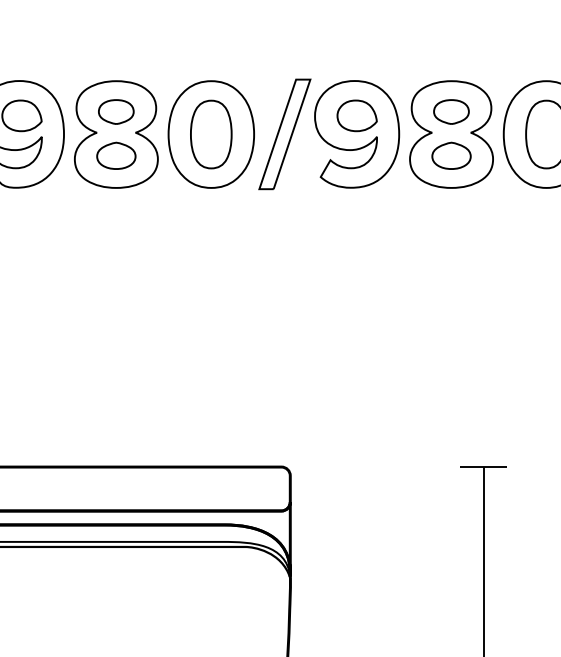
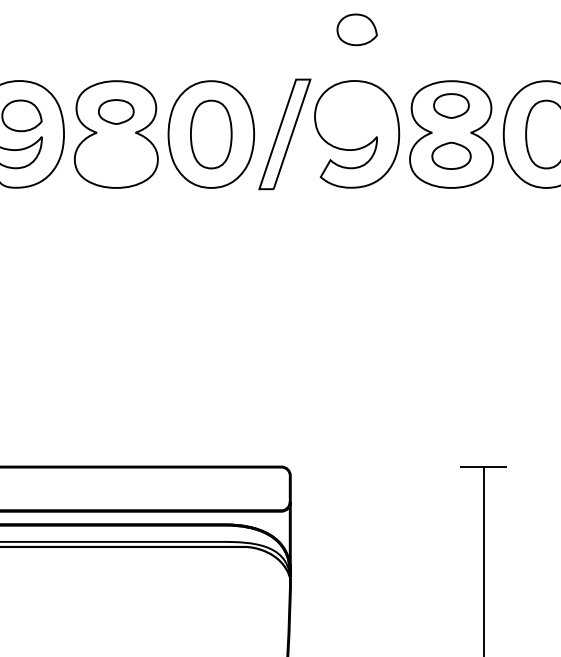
part at (451, 111) position: (451, 111) -> (451, 105)
part at (356, 115) position: (356, 115) -> (356, 29)
part at (116, 155): present -> none
